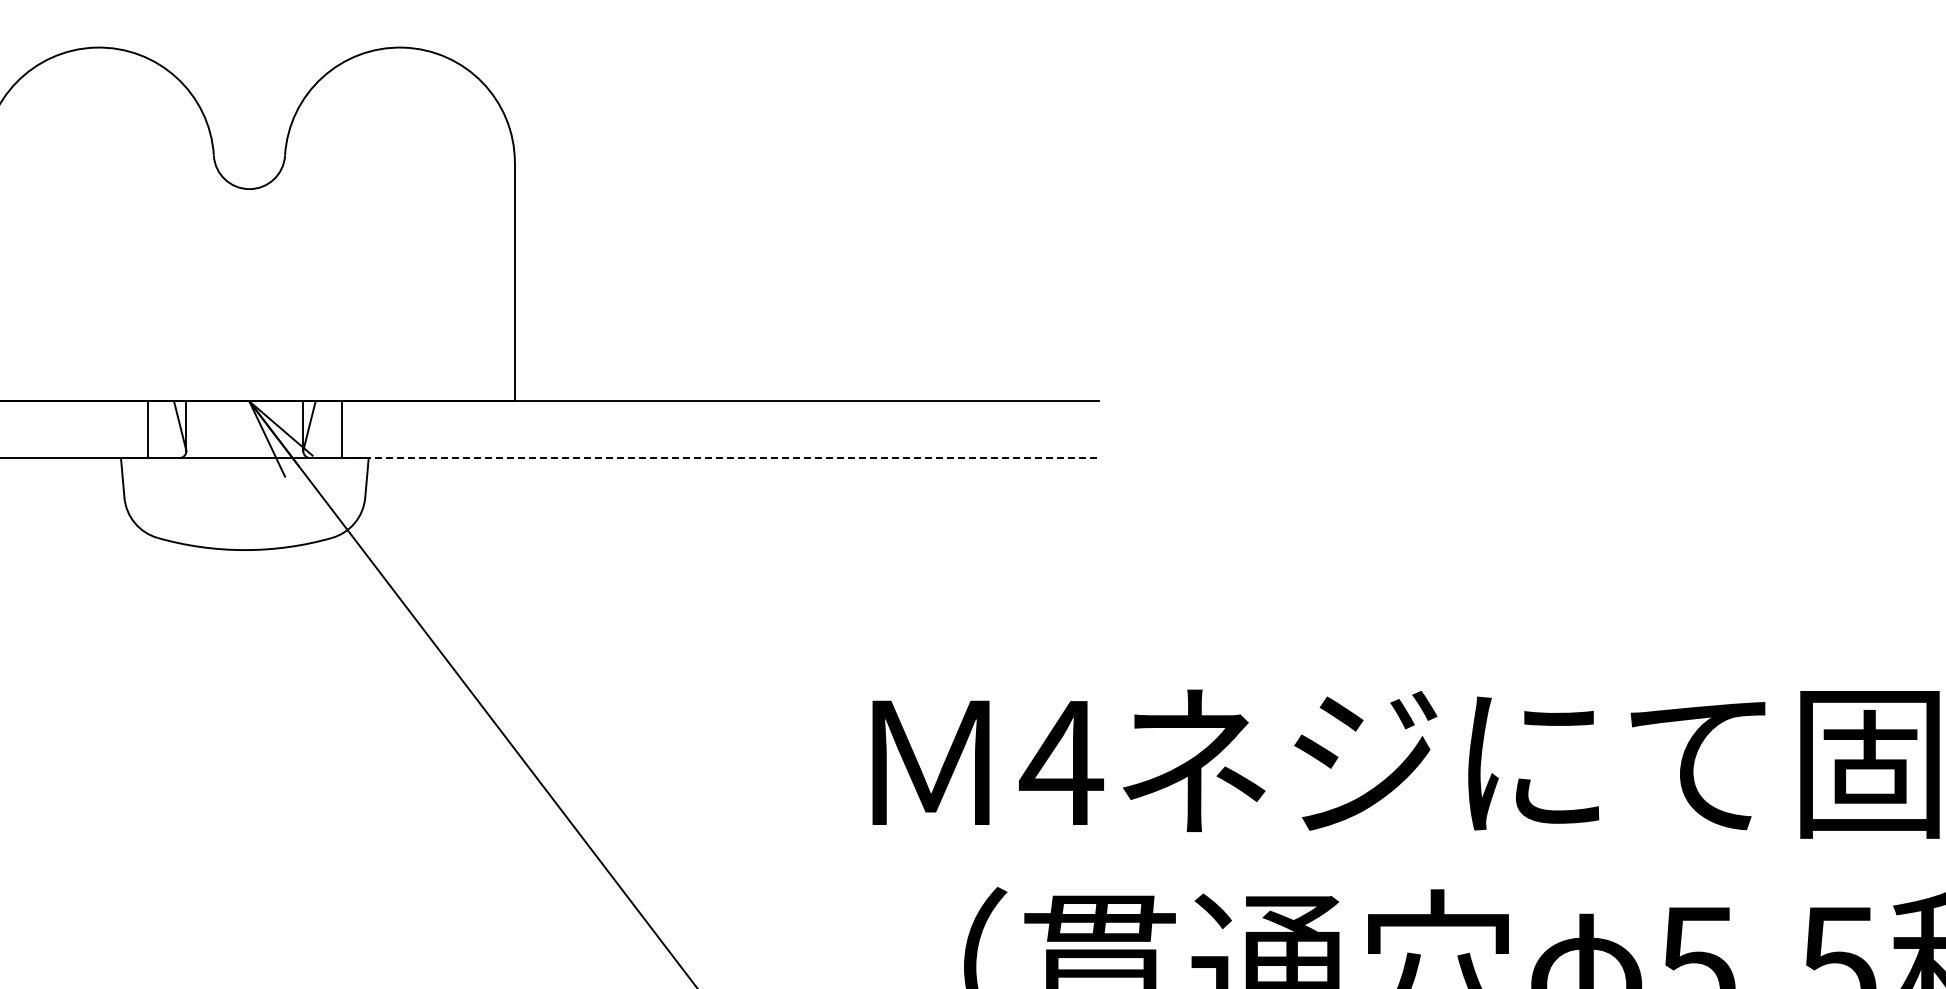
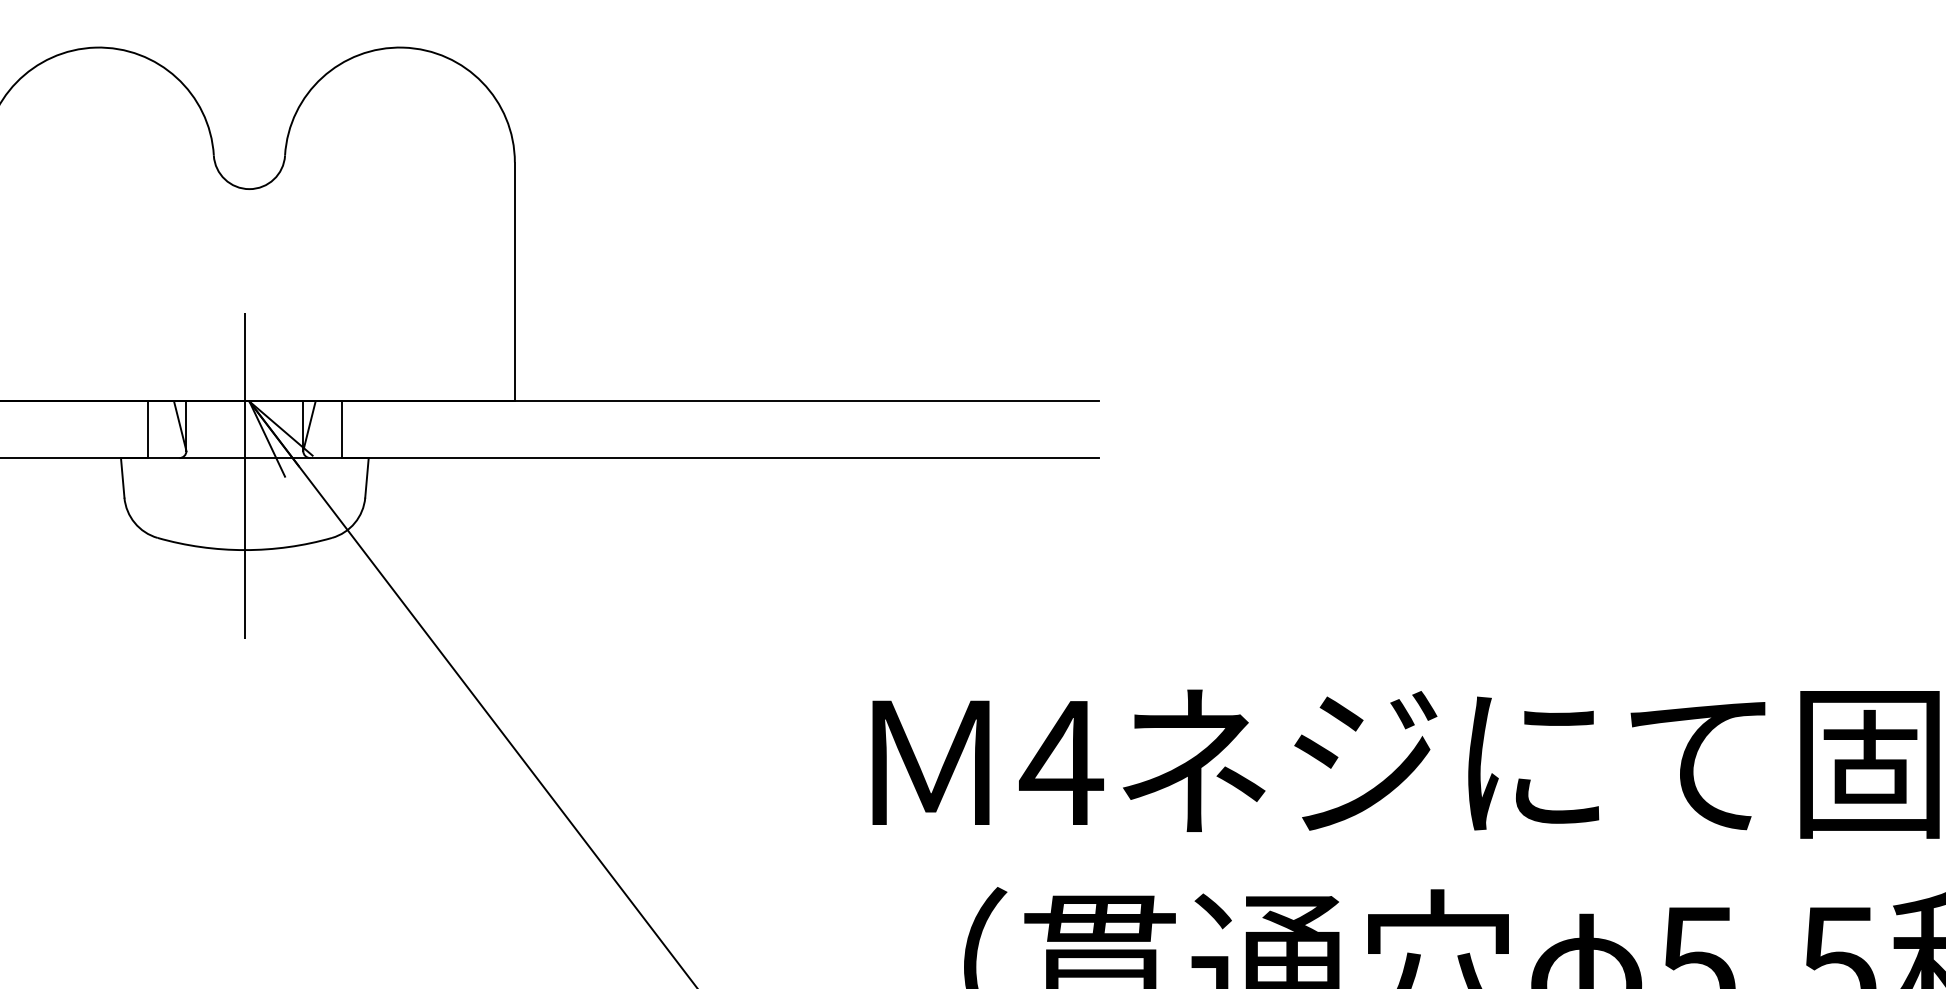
line at (720, 458): dashed -> solid
line at (244, 475): none -> present
